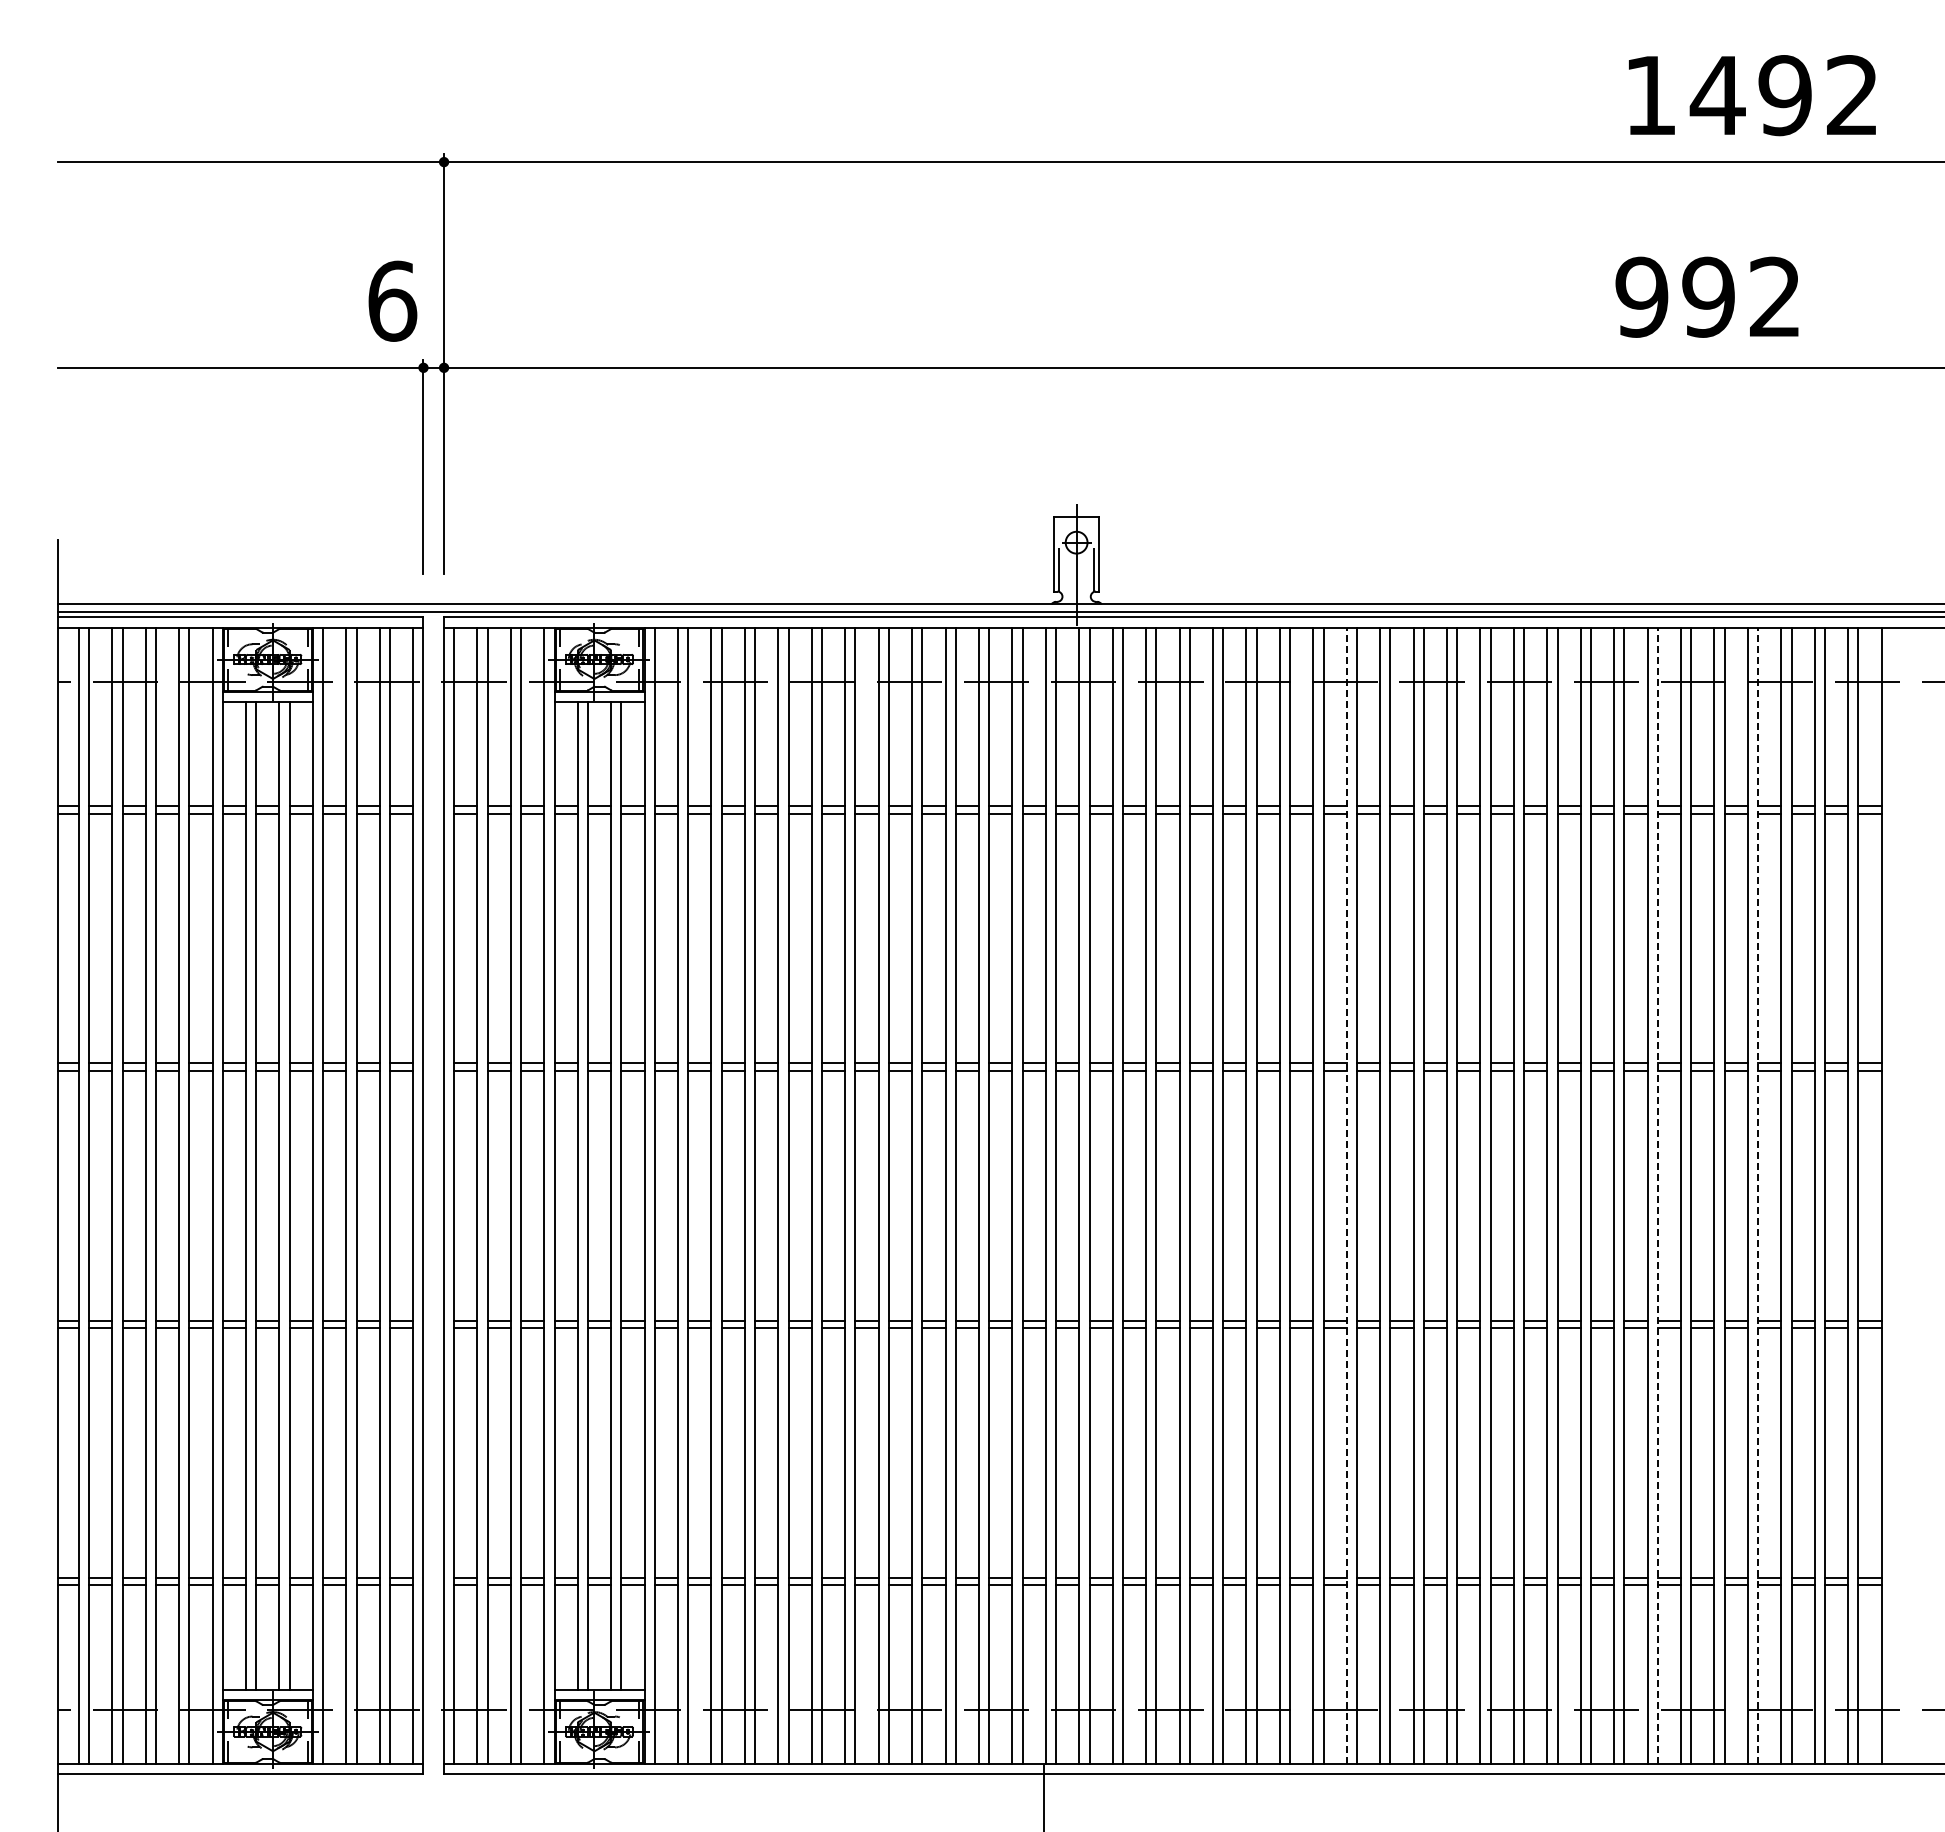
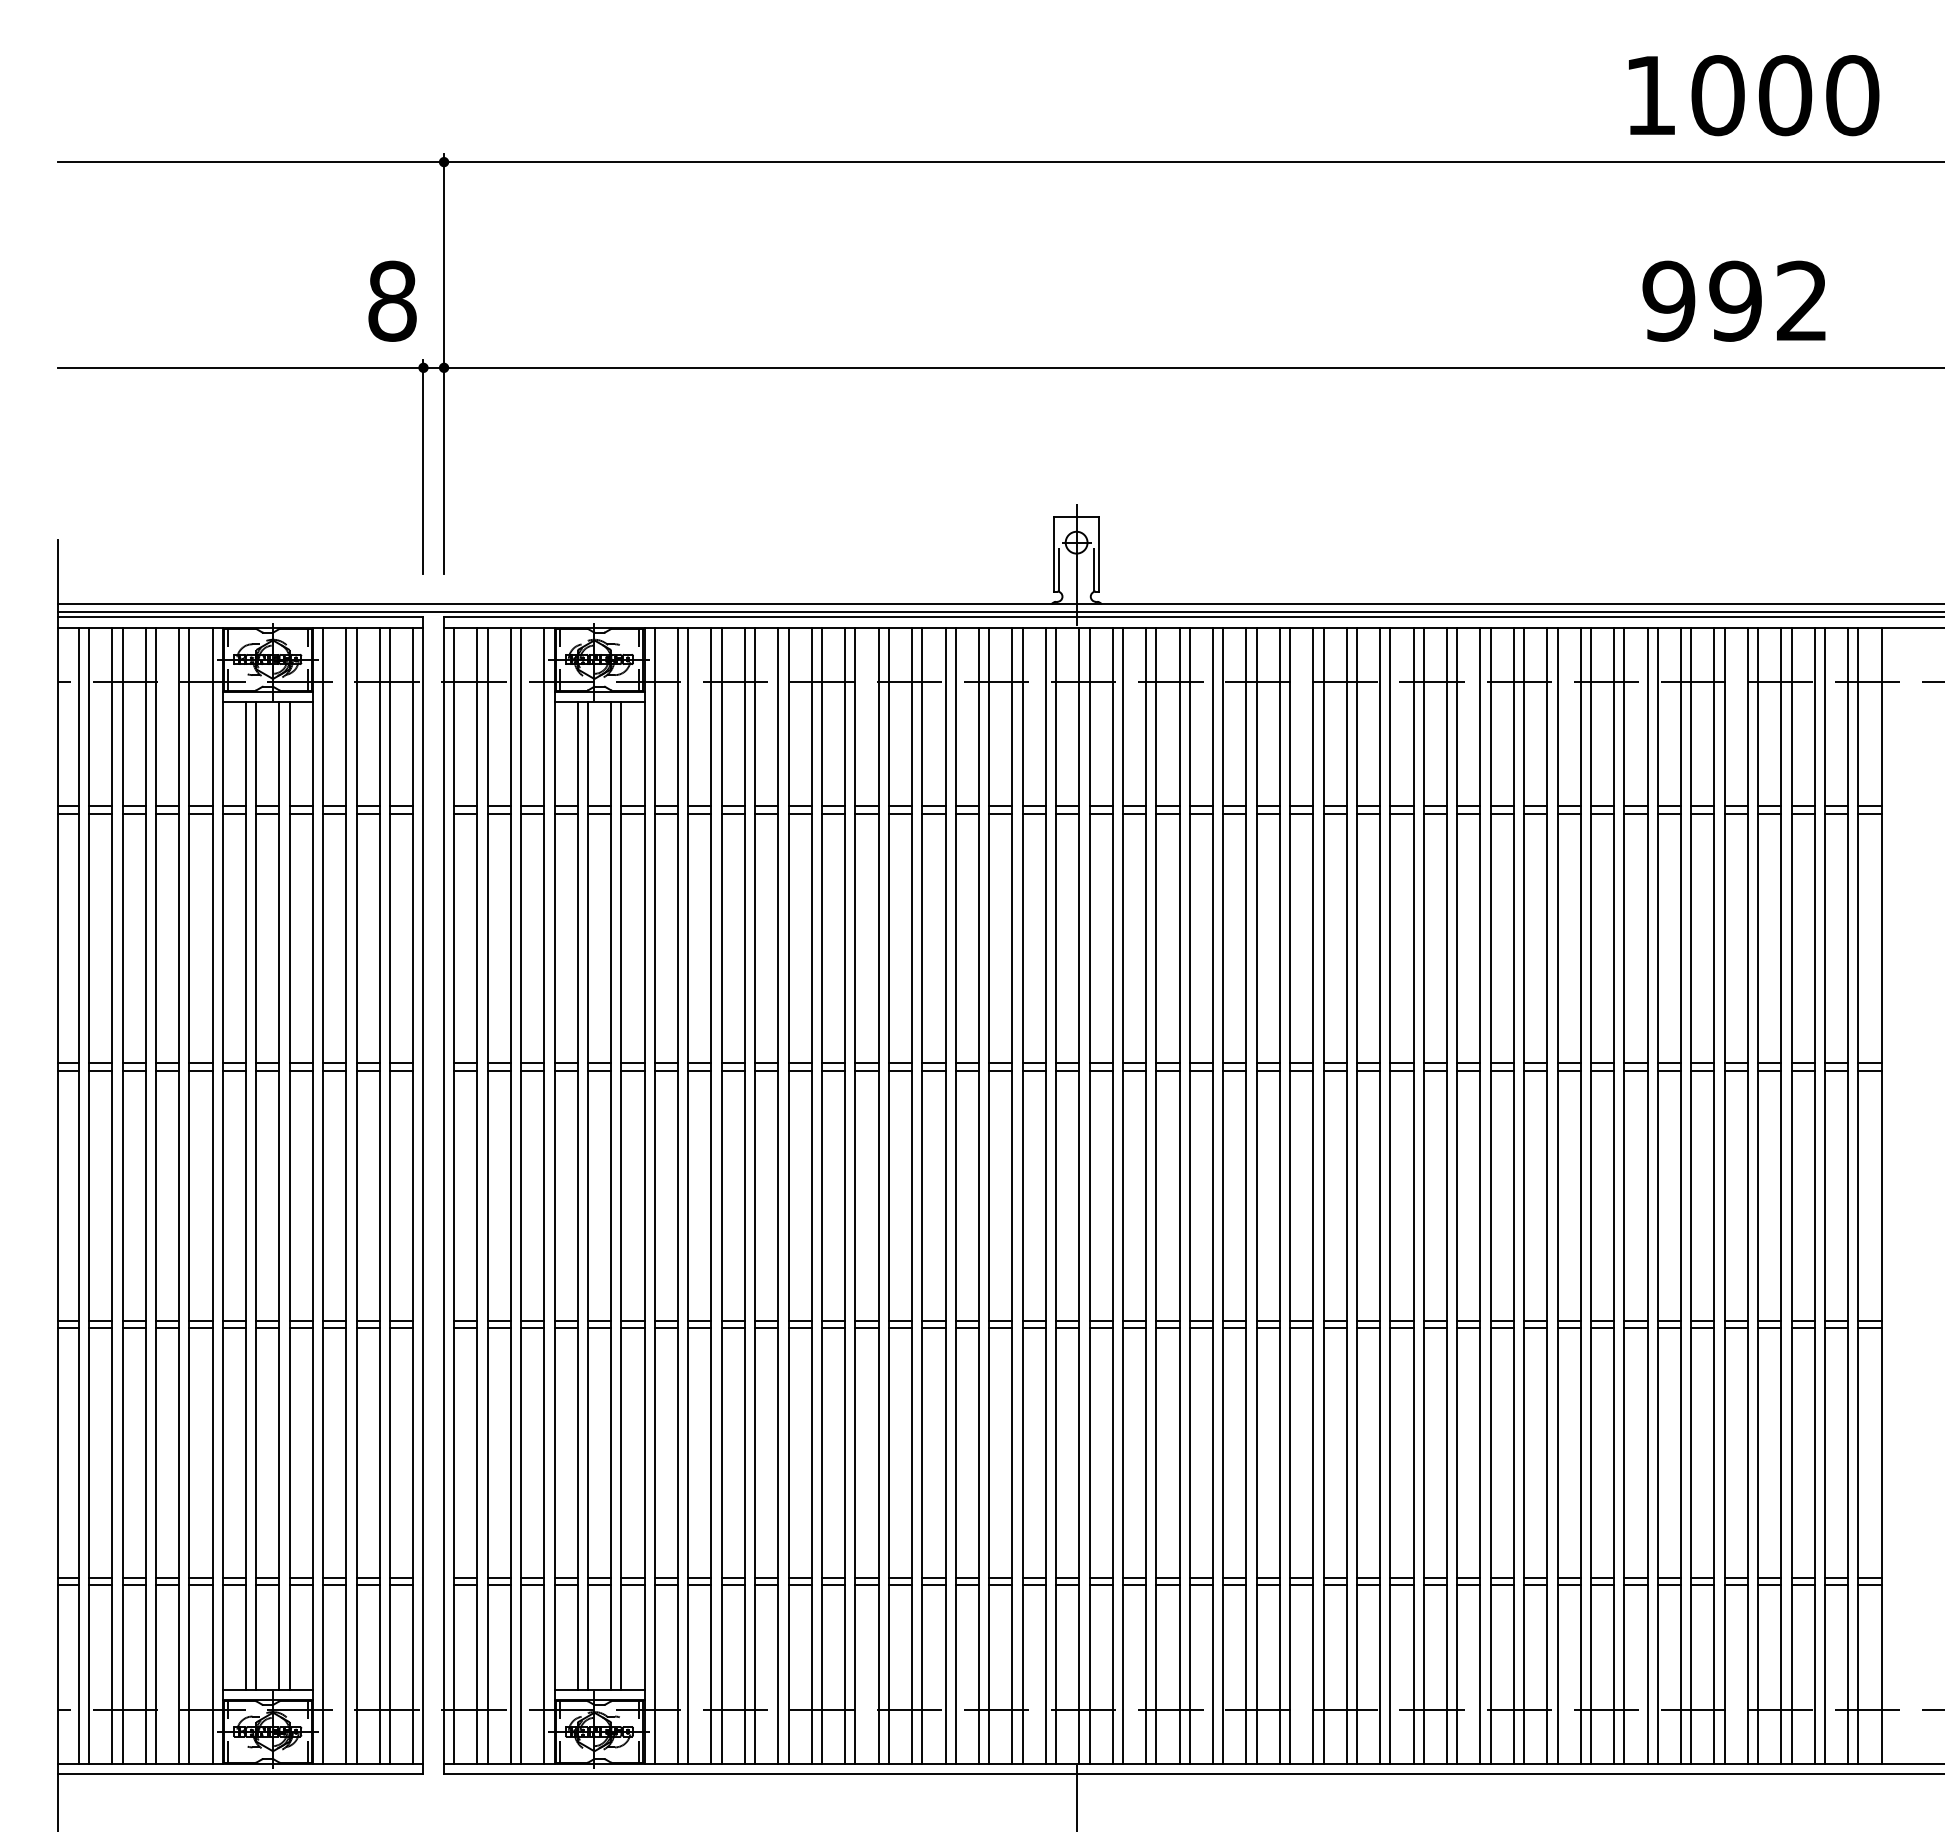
text at (1784, 95): 1492 -> 1000
text at (1706, 296) position: (1706, 296) -> (1733, 300)
text at (392, 300): 6 -> 8
line at (1346, 1195): dashed -> solid
line at (1657, 1195): dashed -> solid
line at (1758, 1195): dashed -> solid
line at (1043, 1796) position: (1043, 1796) -> (1076, 1796)
